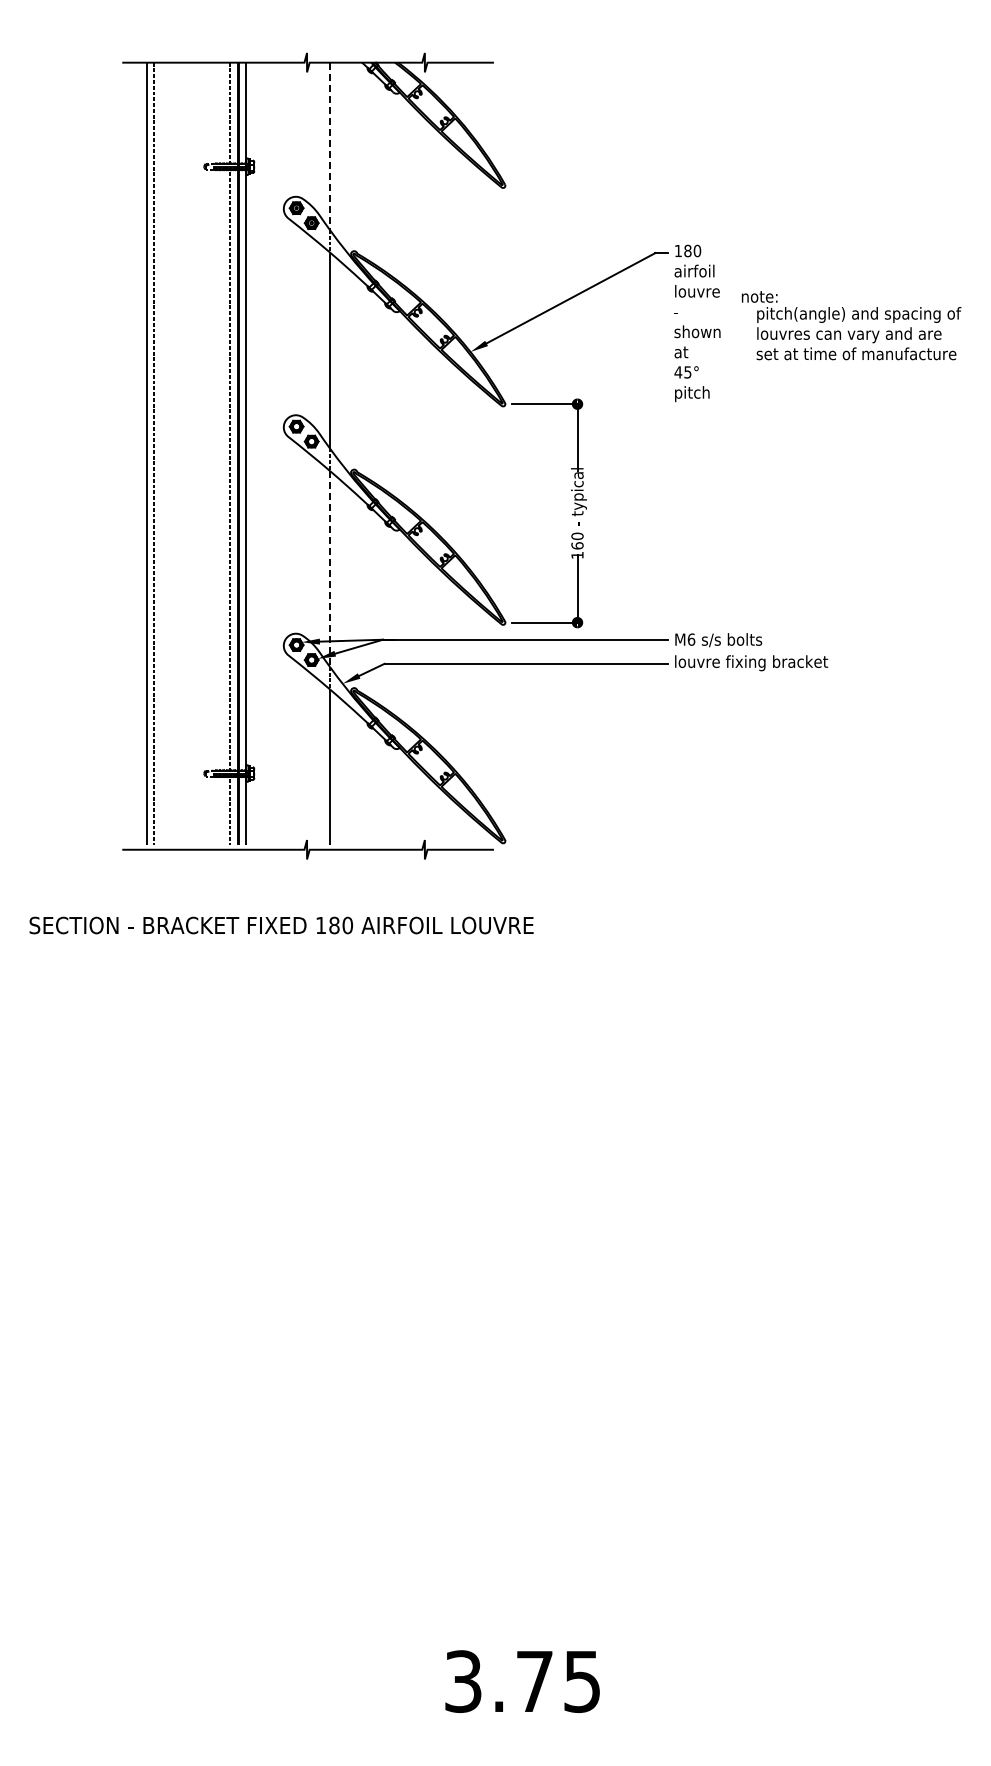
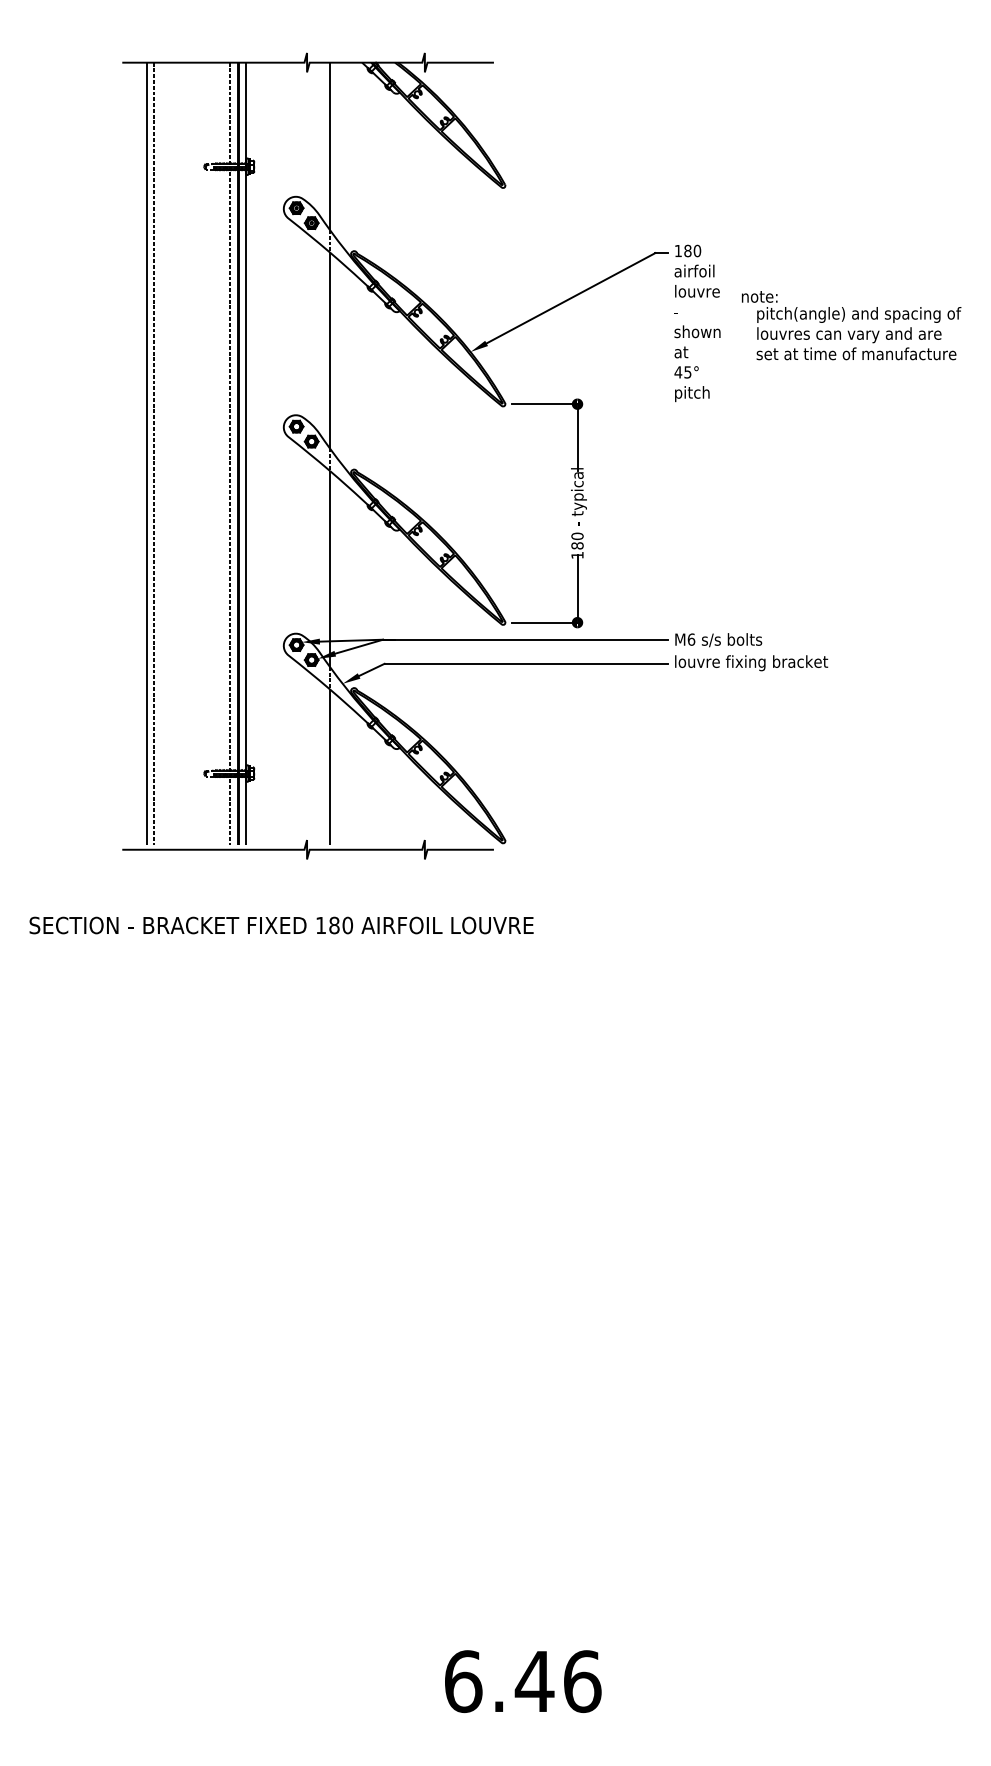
line at (329, 146): dashed -> solid
text at (577, 545): 160 -> 180
line at (329, 568): dashed -> solid
text at (523, 1681): 3.75 -> 6.46
